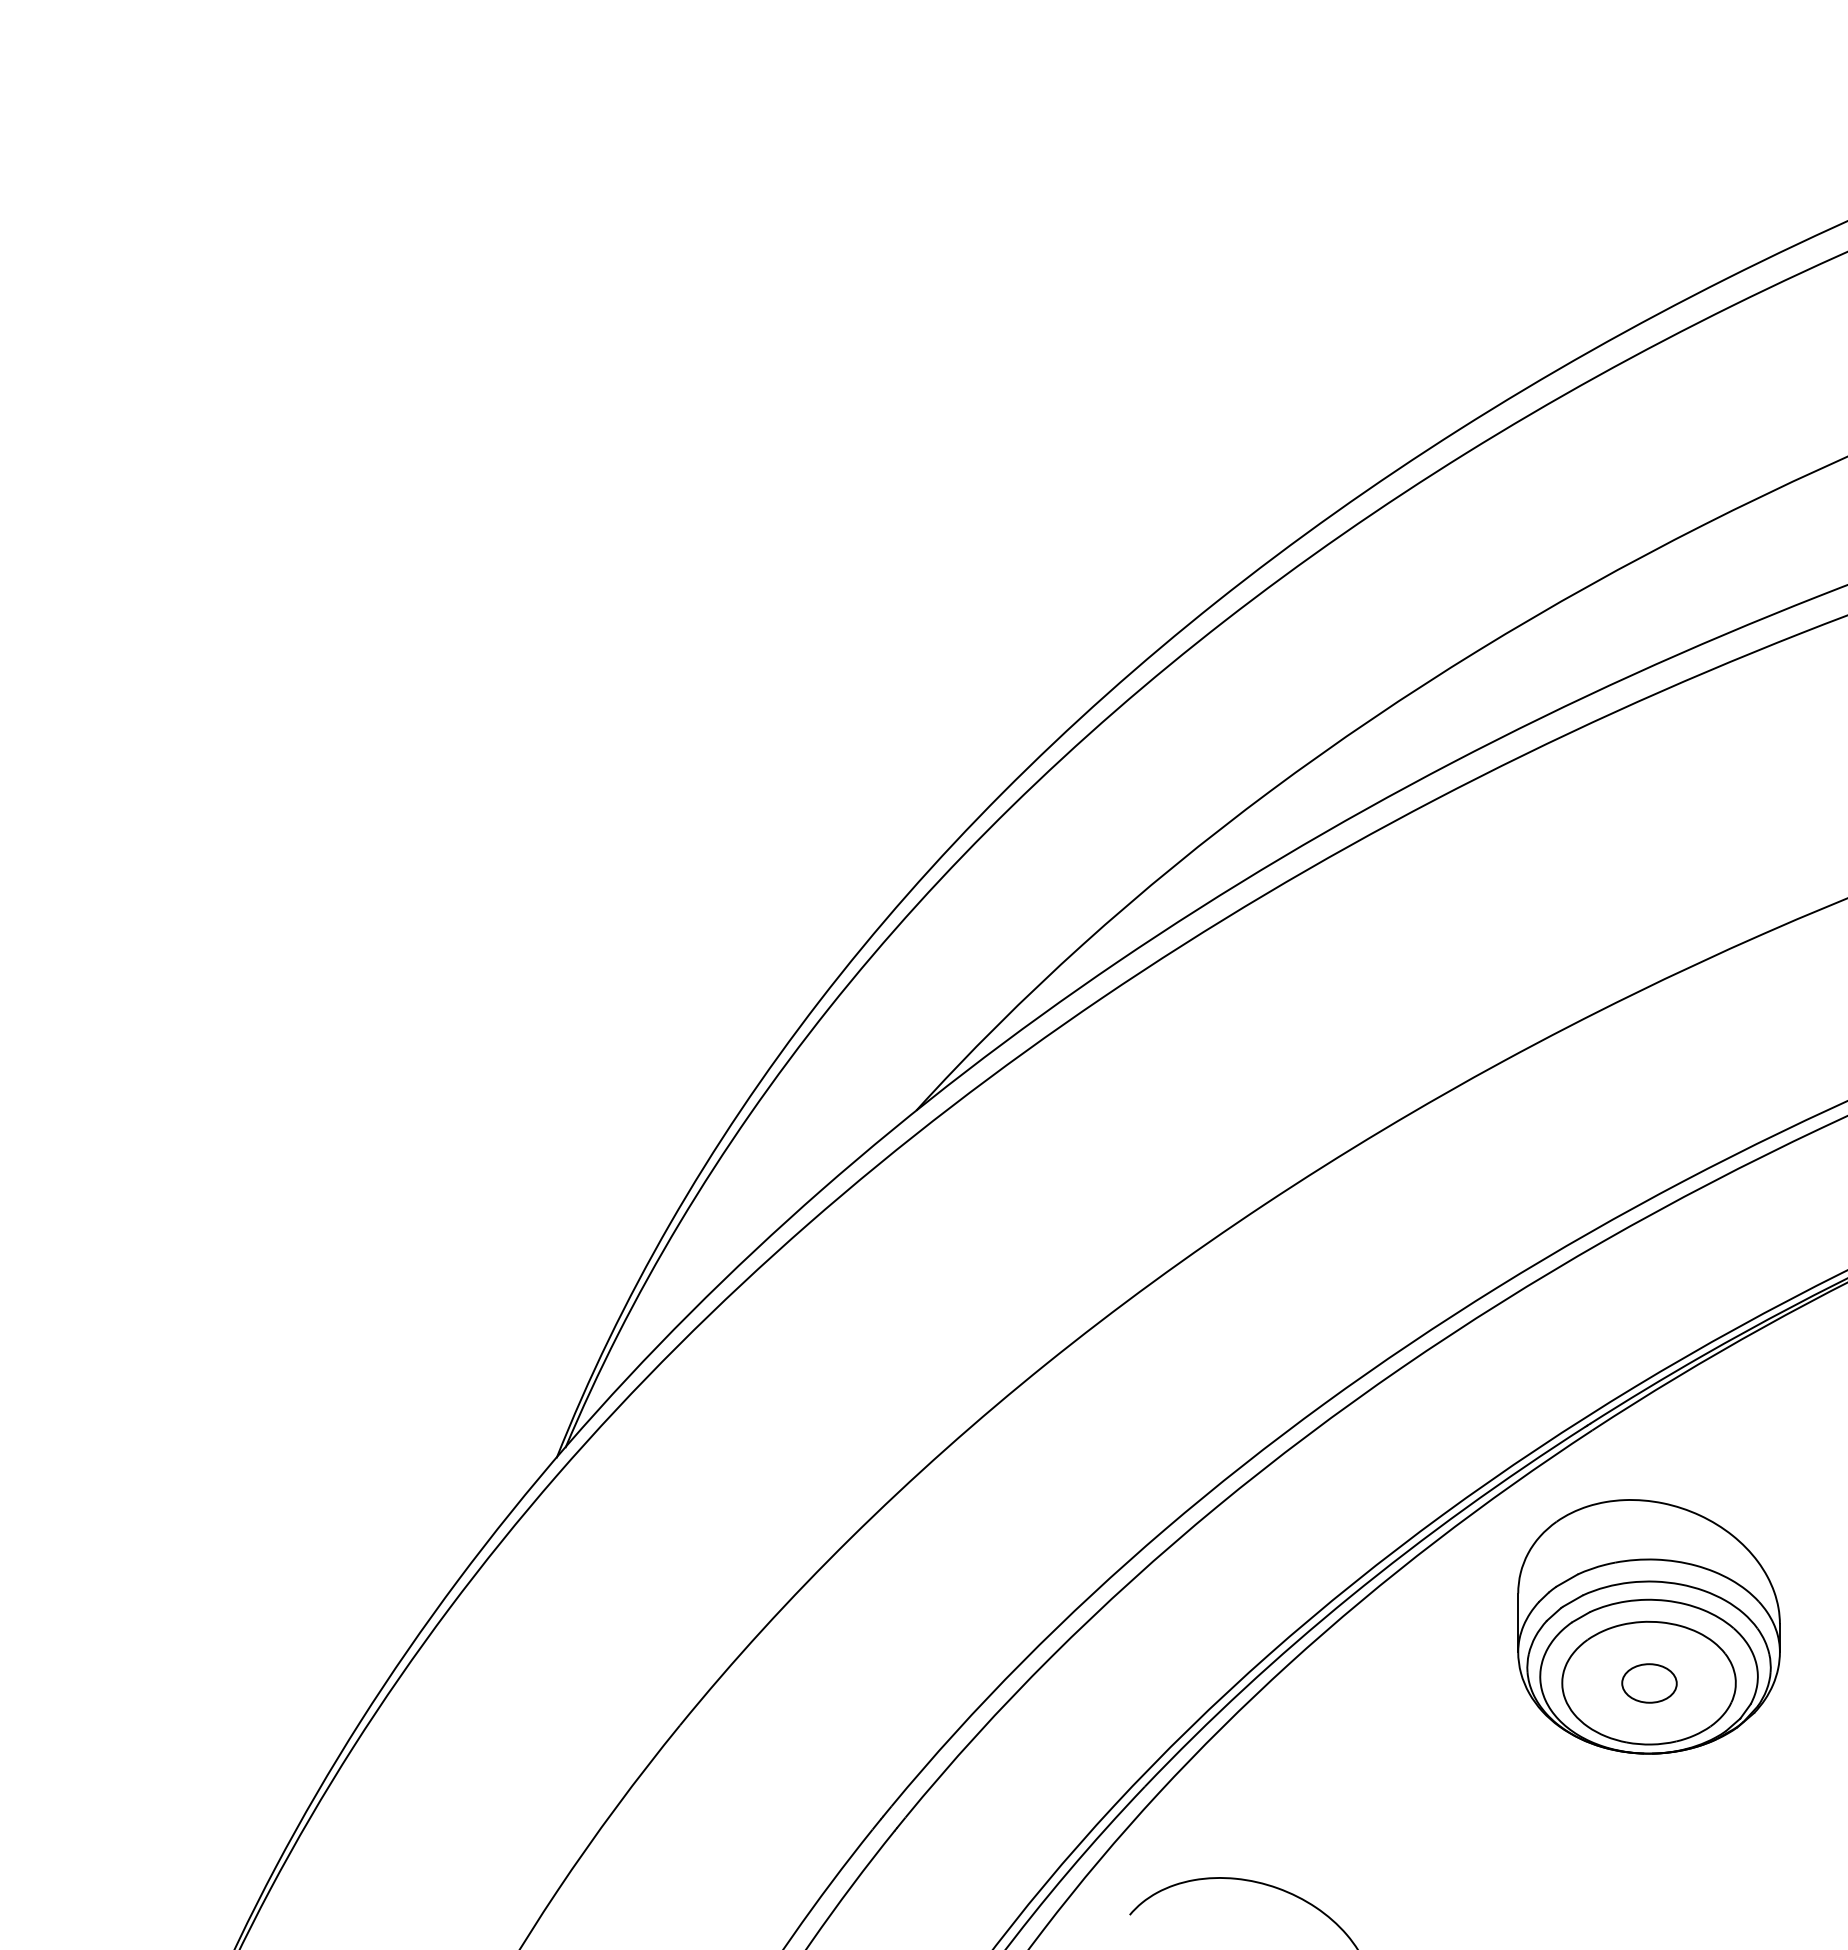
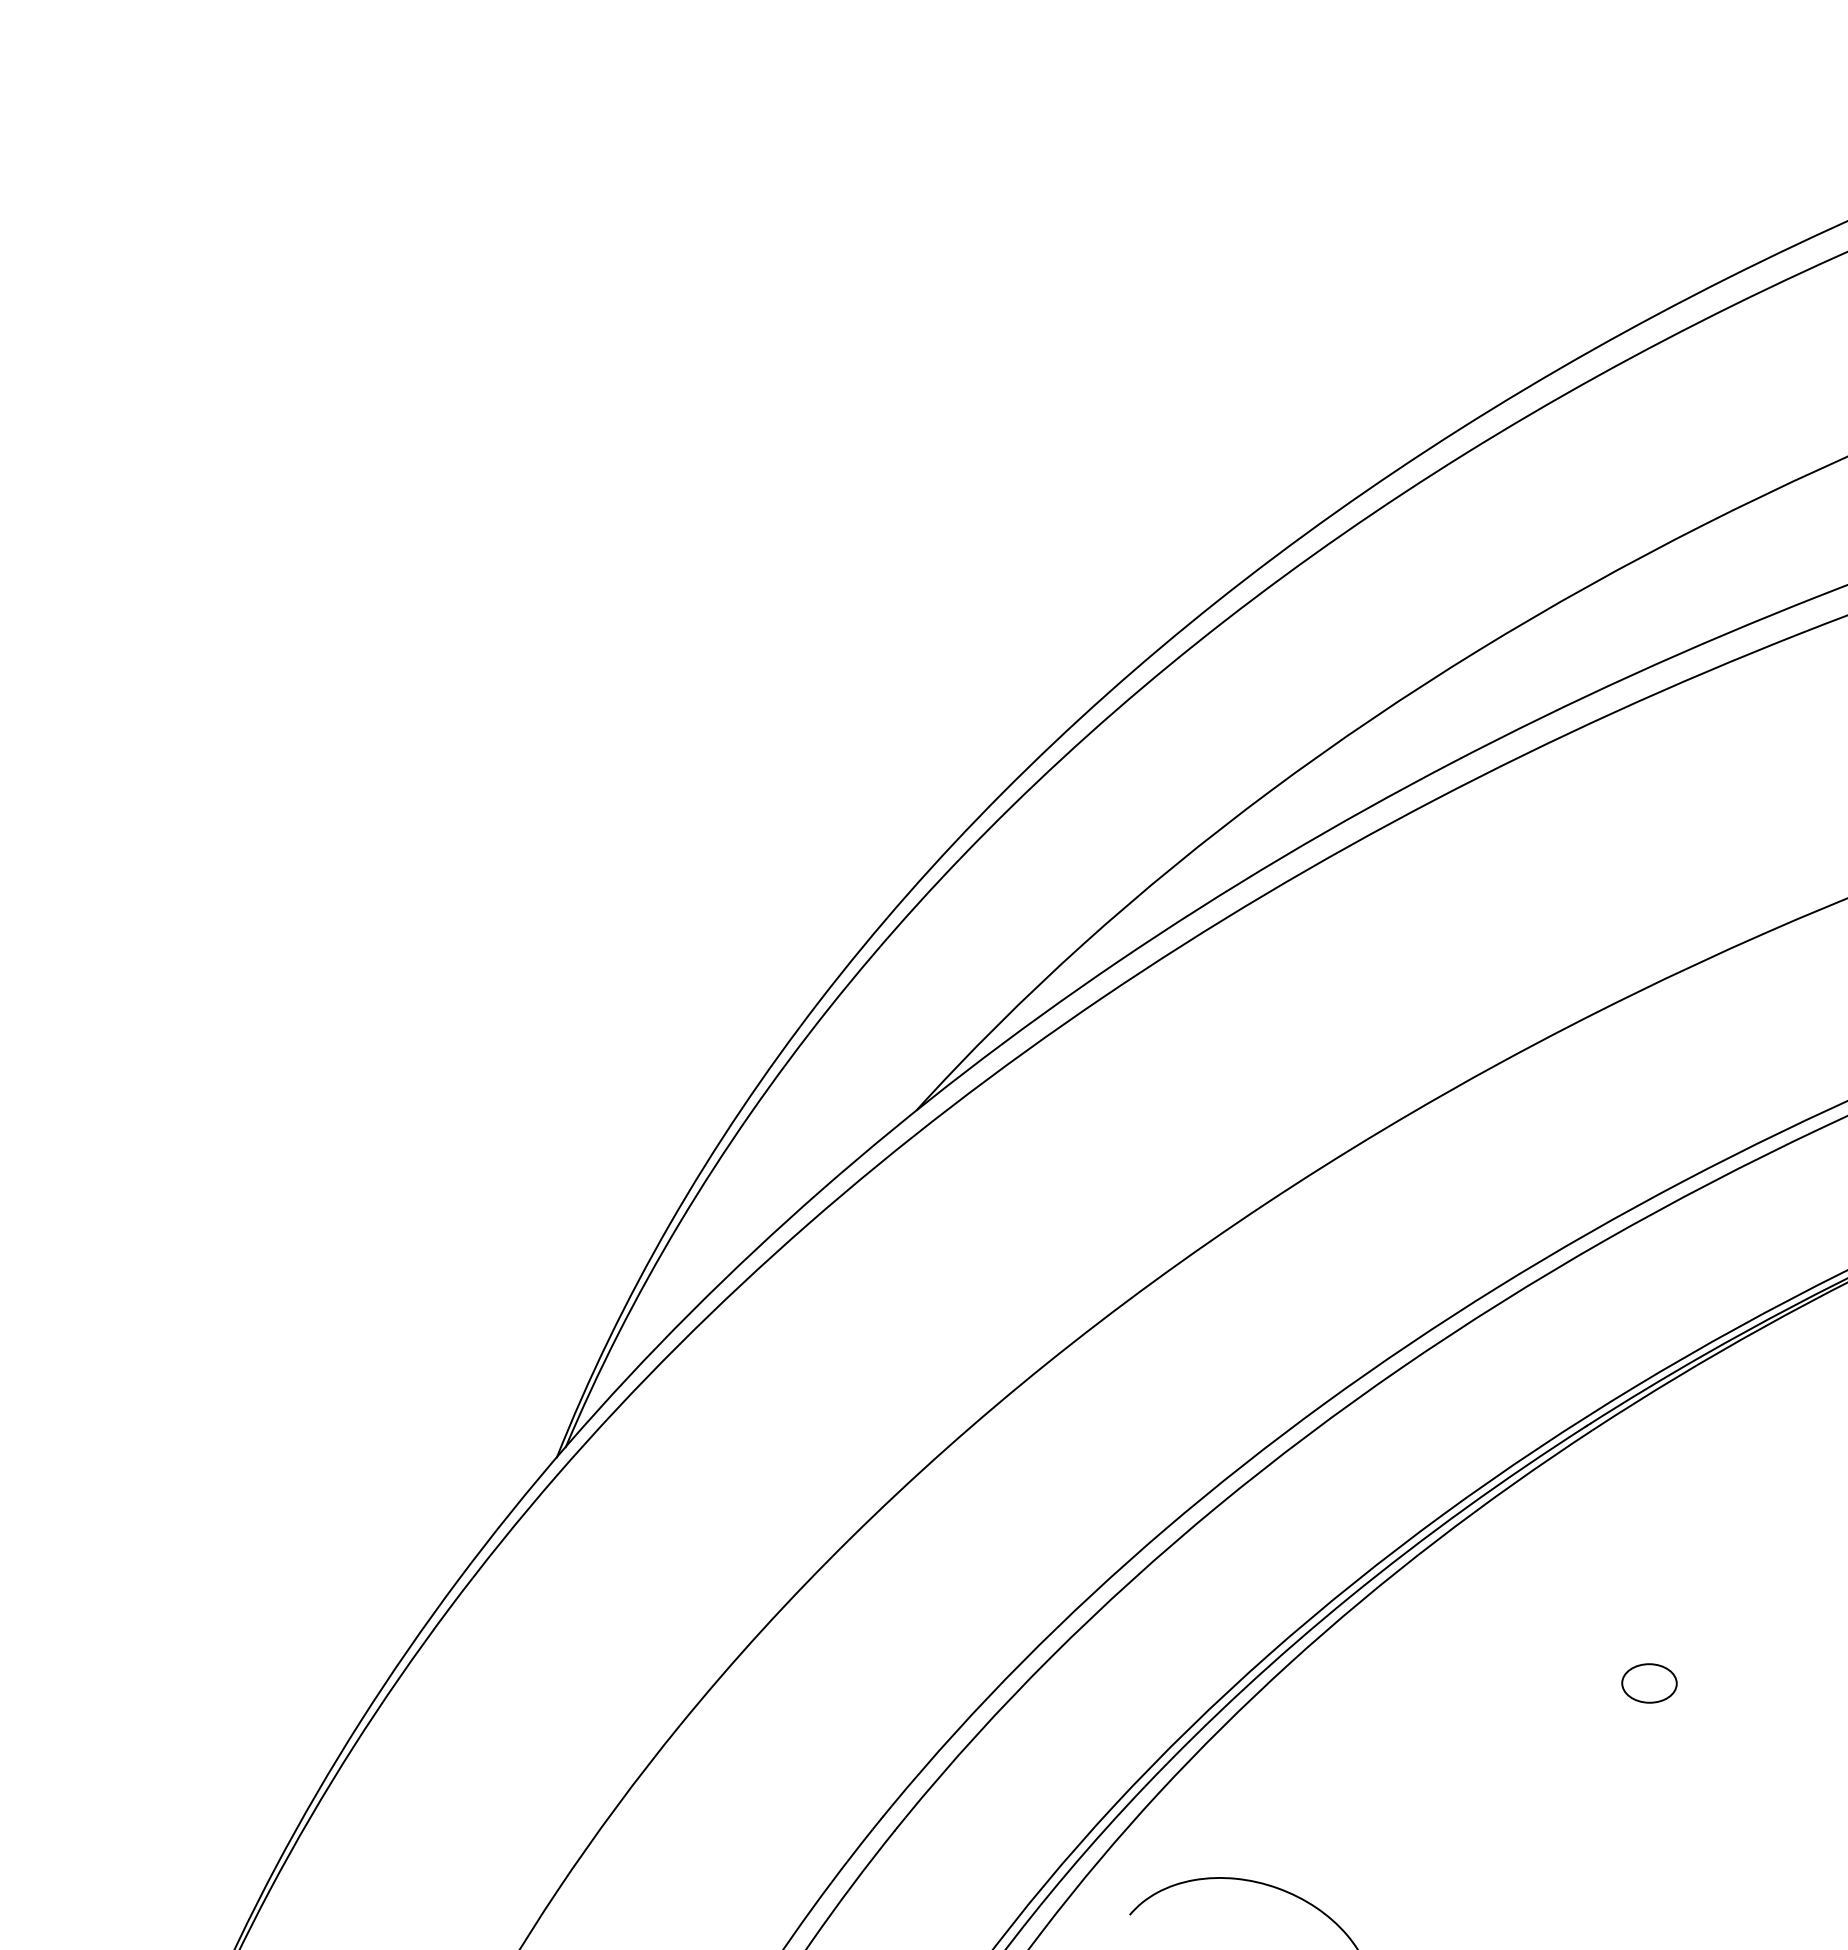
part at (1648, 1626): present -> none
